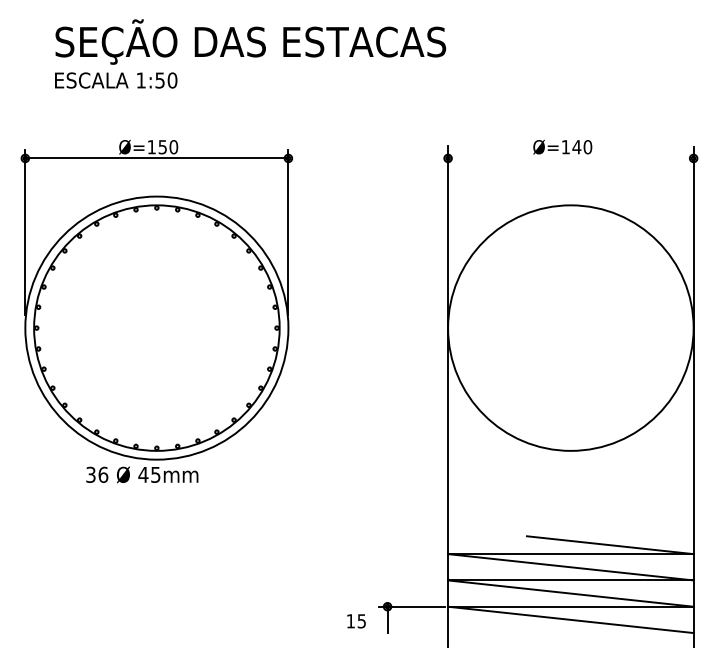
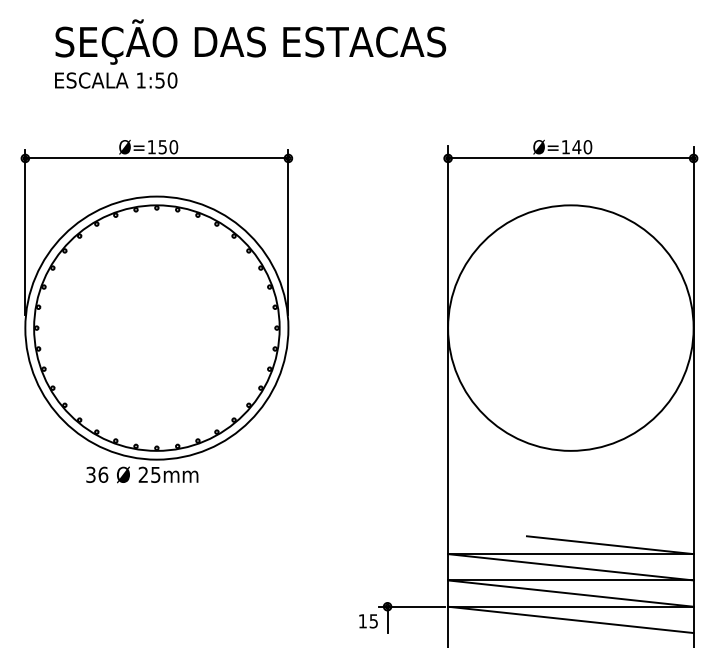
line at (570, 158): none -> present
text at (143, 474): 45mm -> 25mm
text at (356, 621) position: (356, 621) -> (368, 621)
